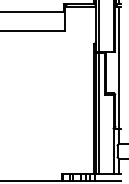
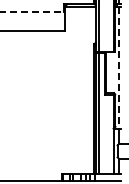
line at (32, 11): solid -> dashed
line at (119, 67): solid -> dashed
